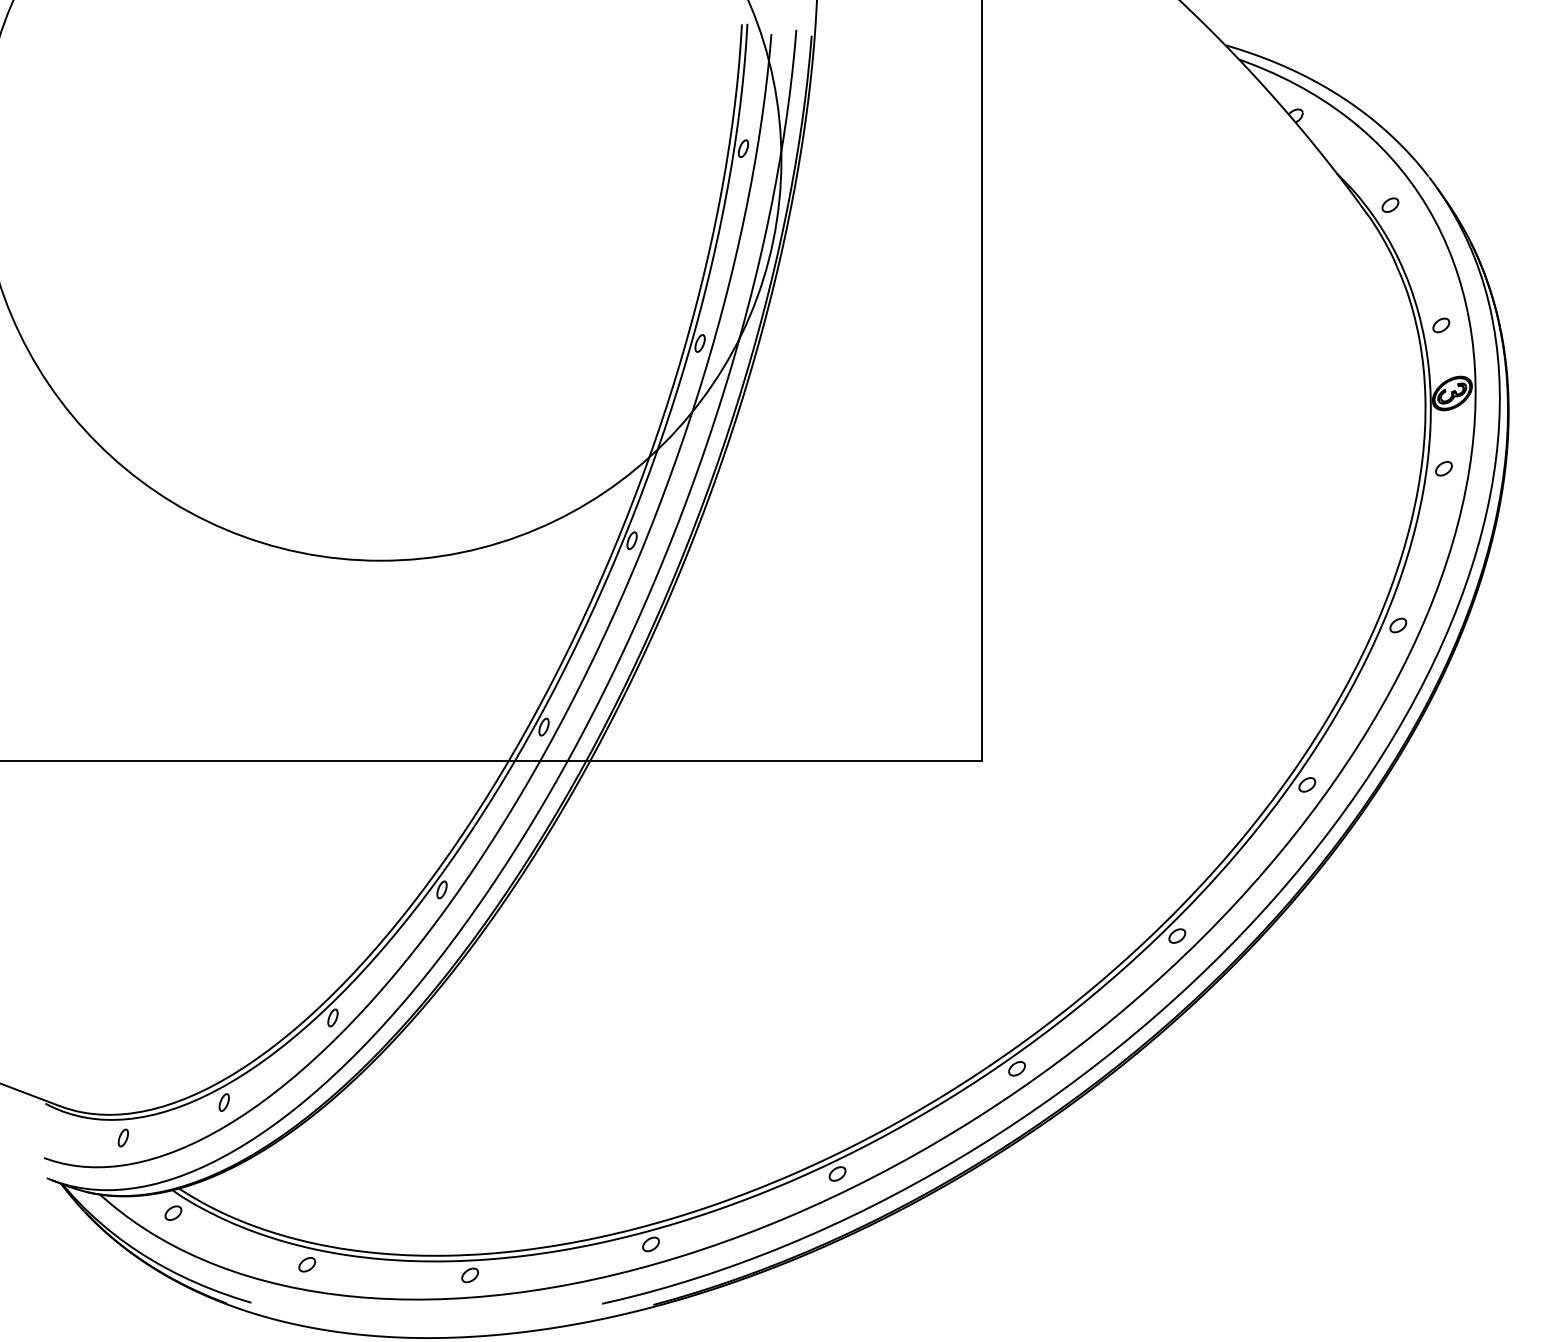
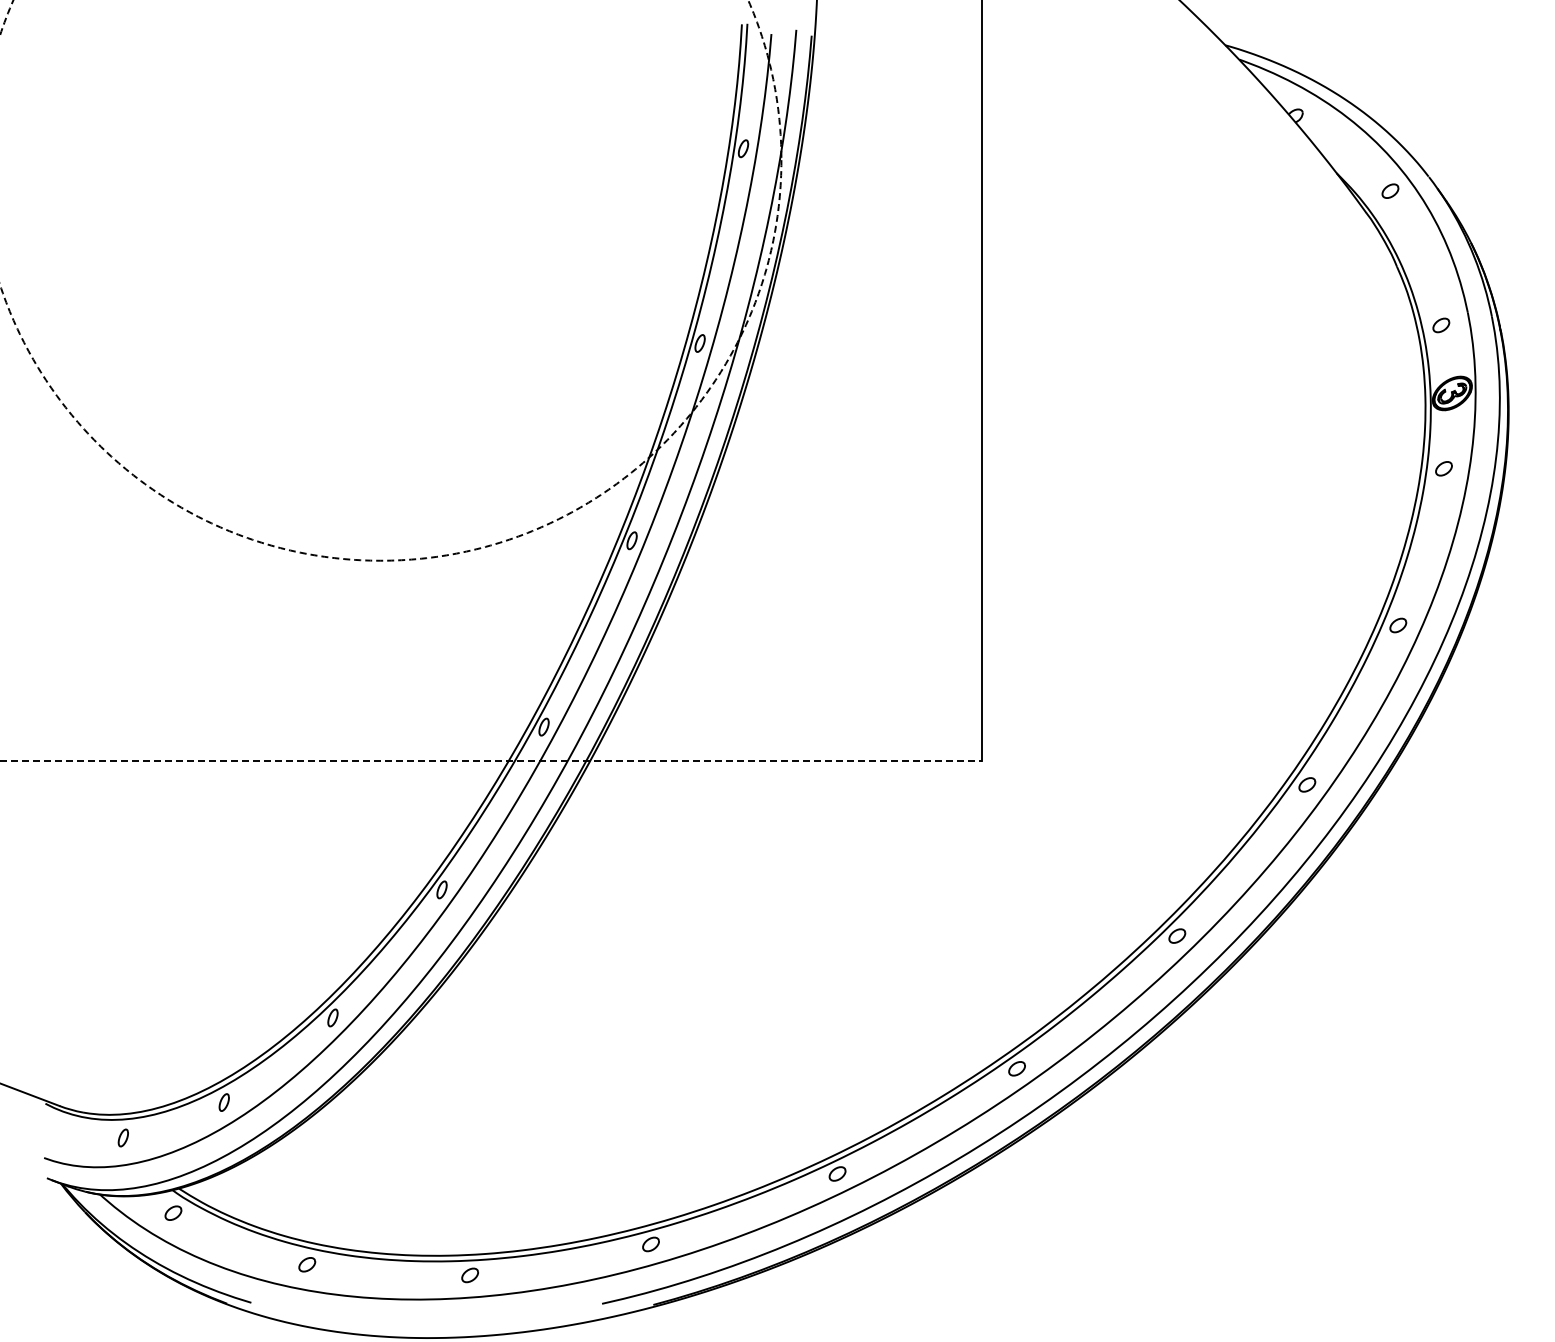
part at (1390, 204) position: (1390, 204) -> (1390, 190)
circle at (390, 280): solid -> dashed
line at (491, 761): solid -> dashed
